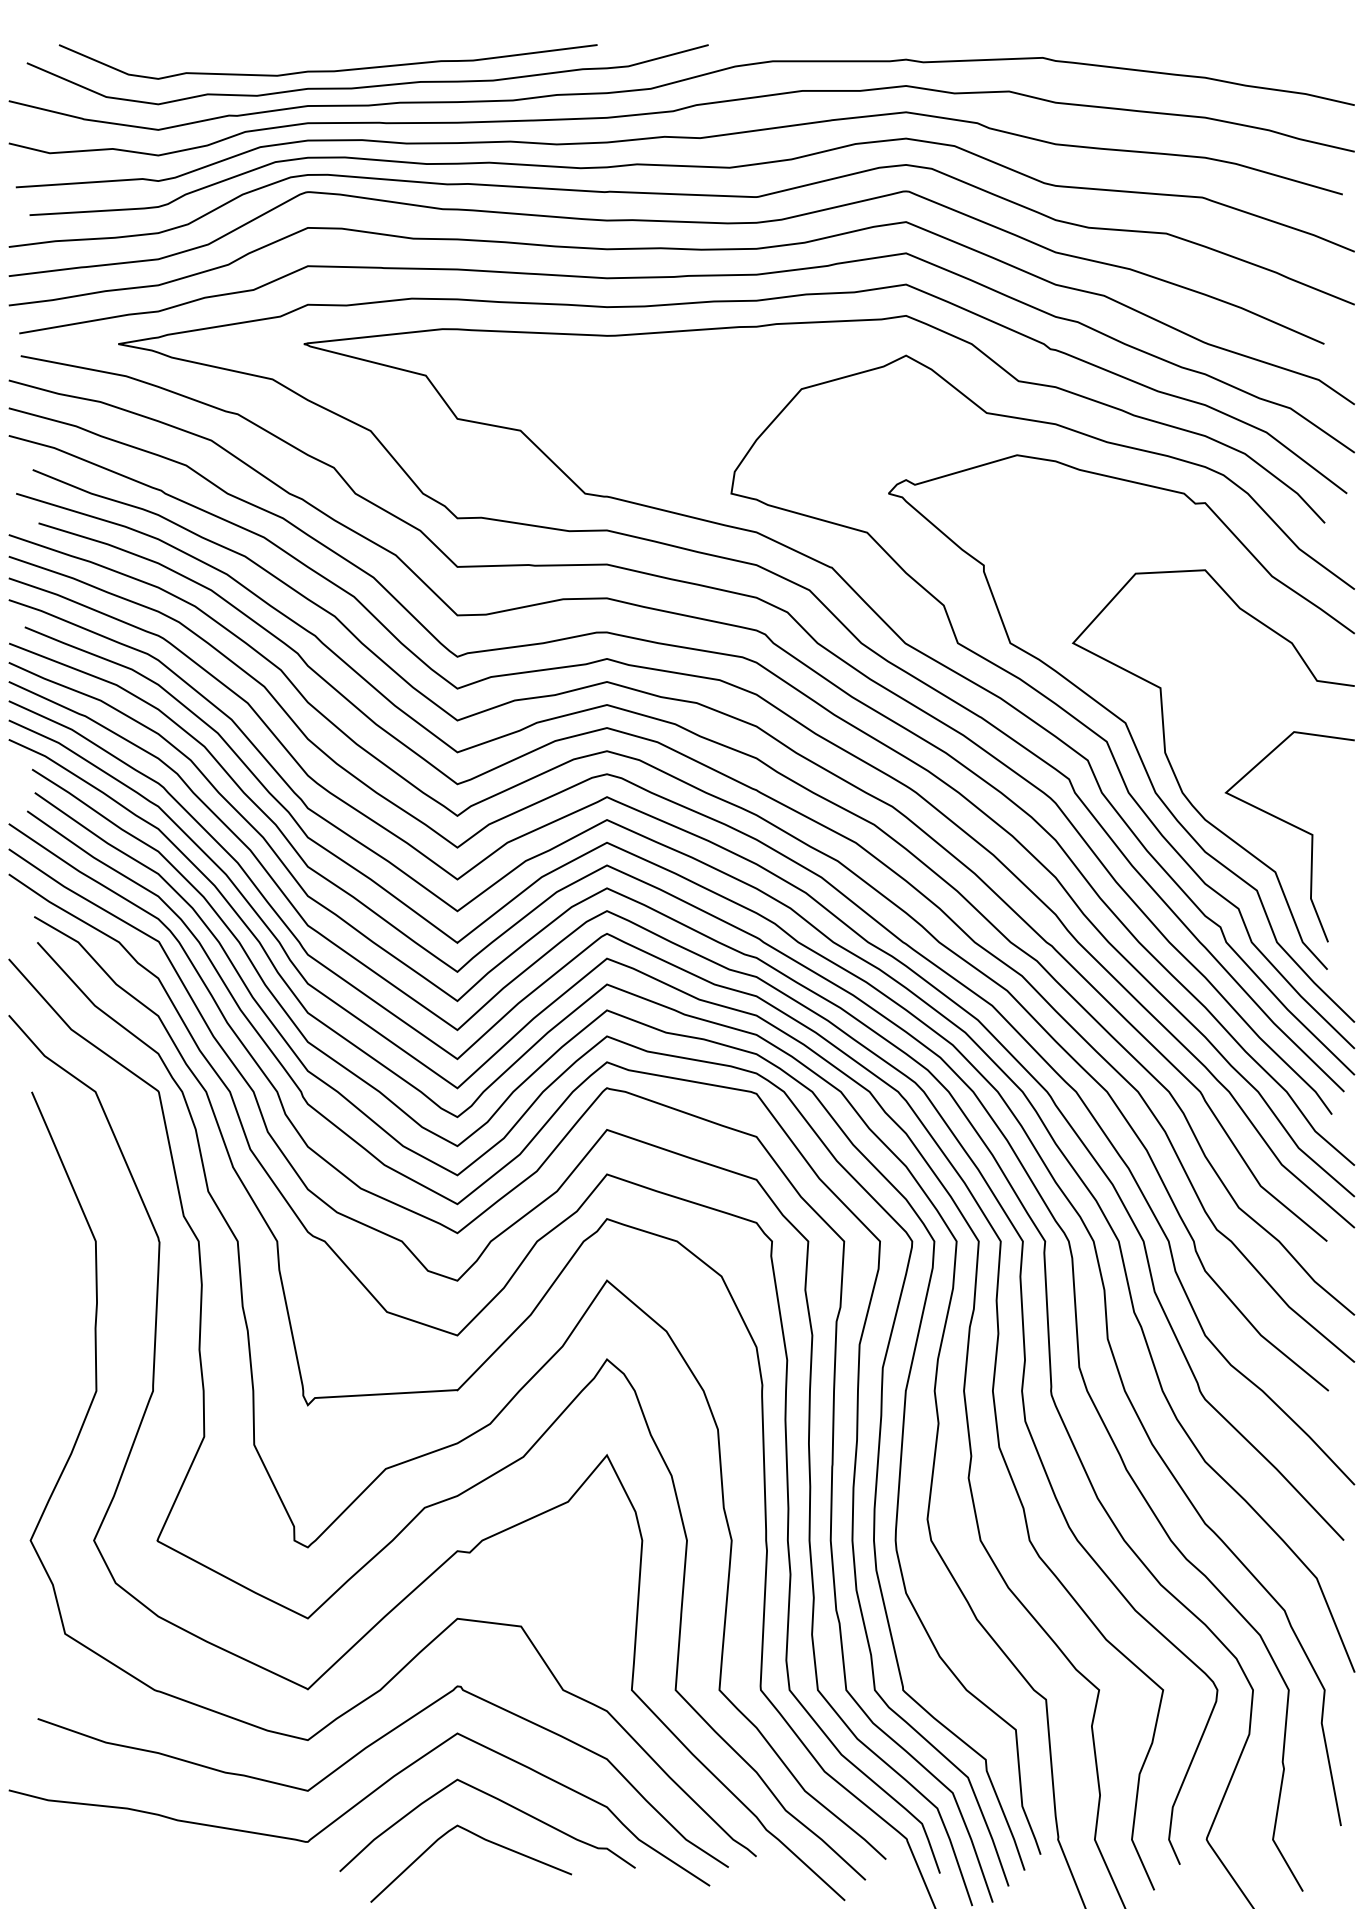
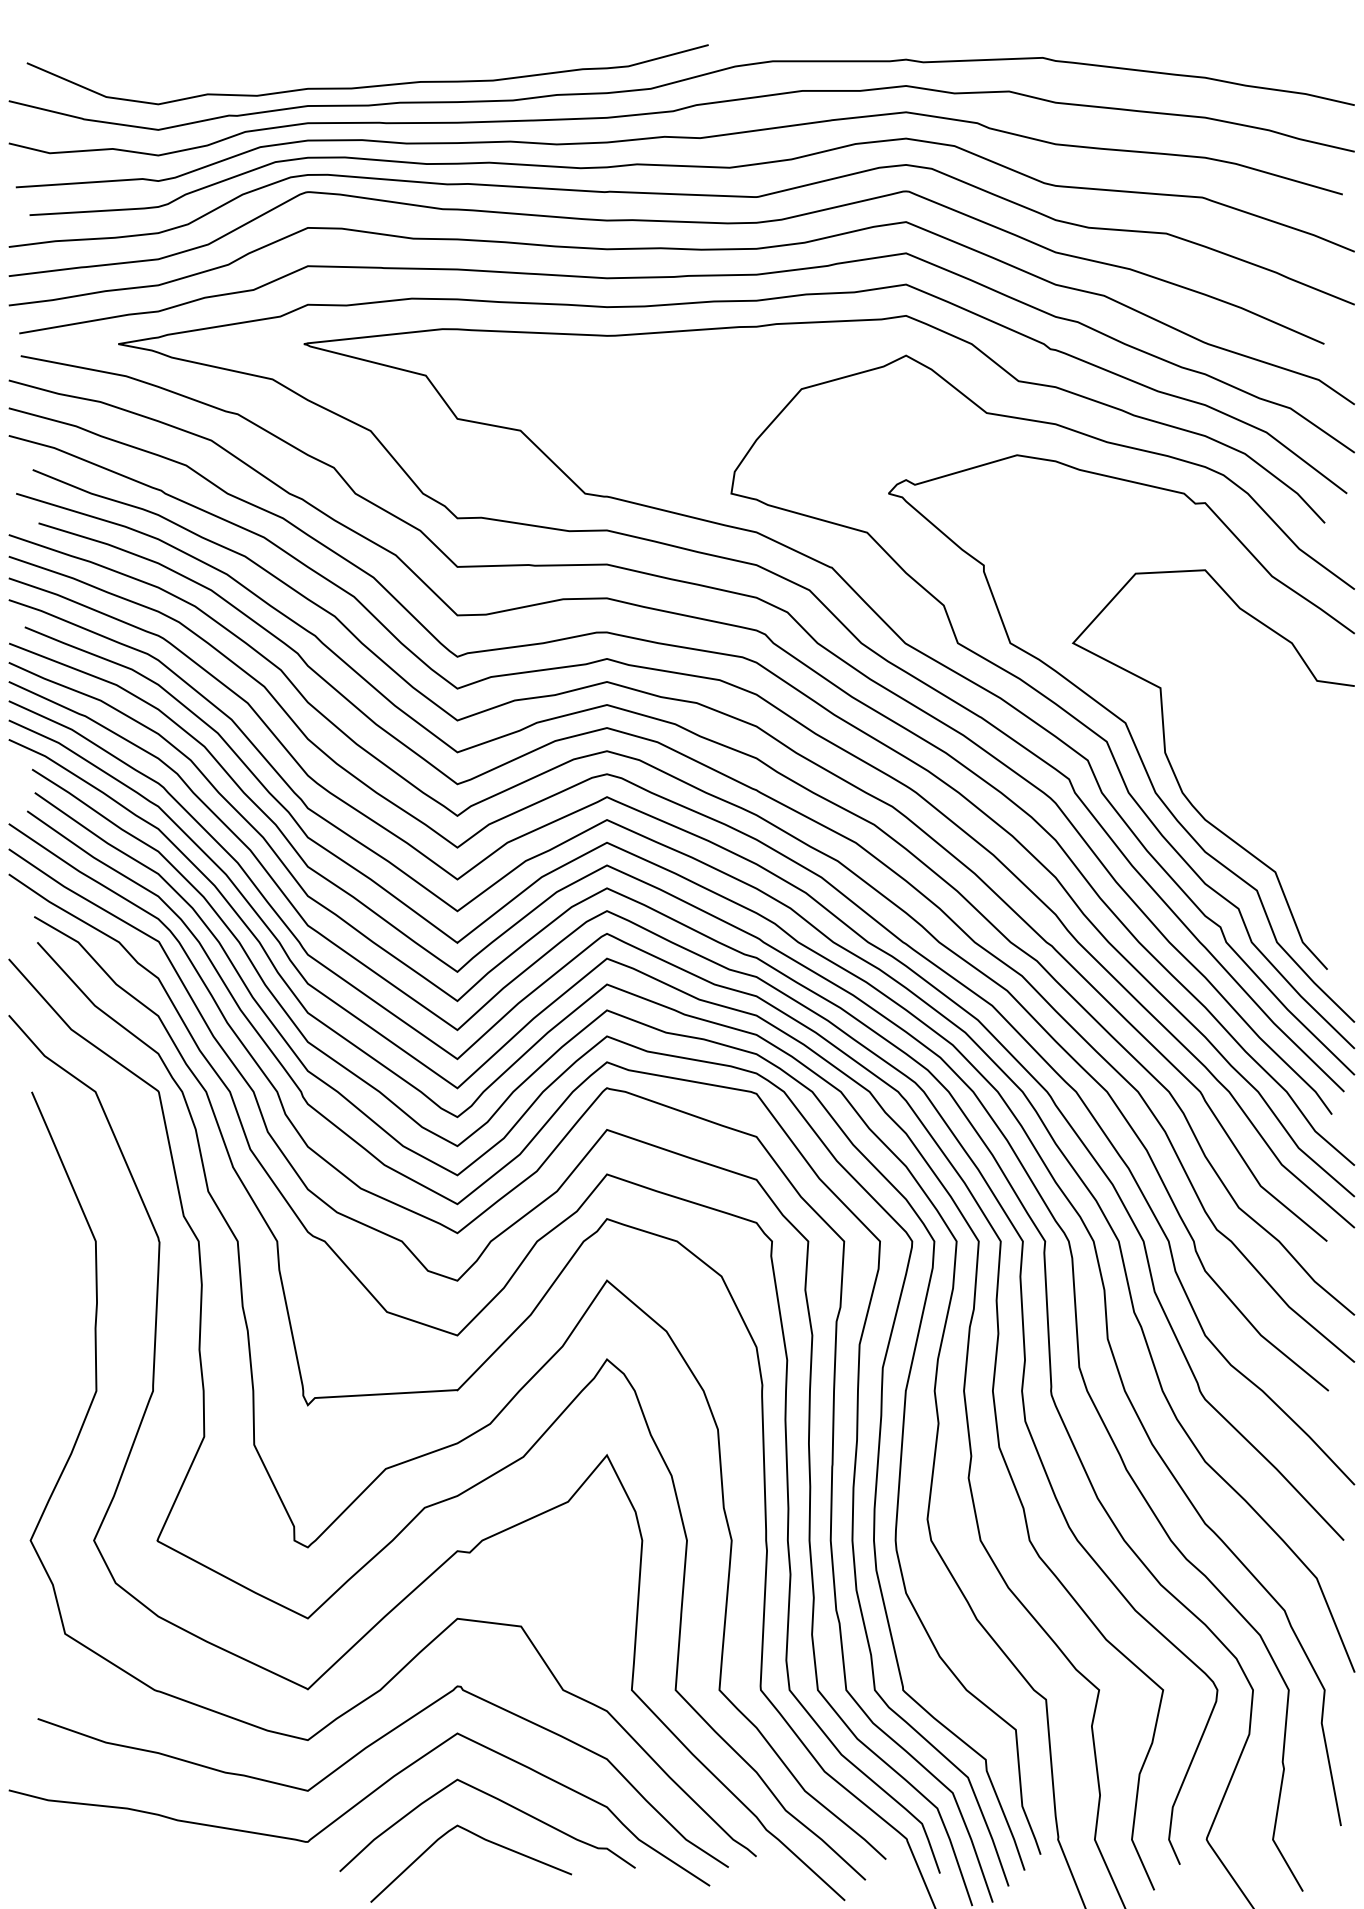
curve at (327, 70): present -> none
curve at (1294, 827): present -> none
